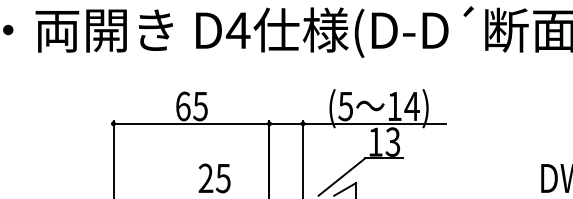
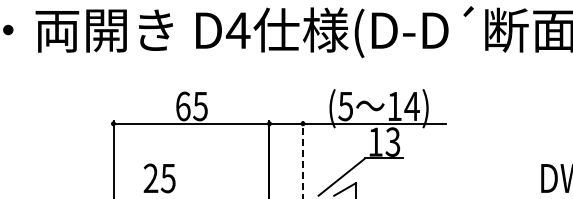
line at (303, 159): solid -> dashed
text at (214, 178) position: (214, 178) -> (159, 178)
